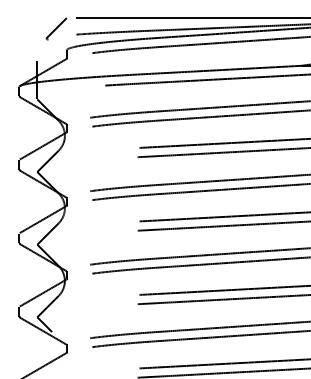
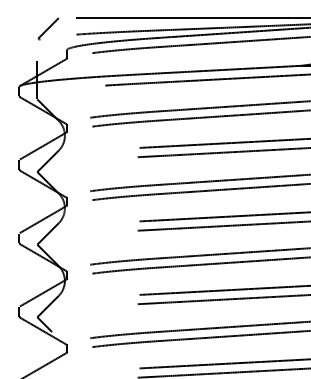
part at (56, 28) position: (56, 28) -> (48, 28)
